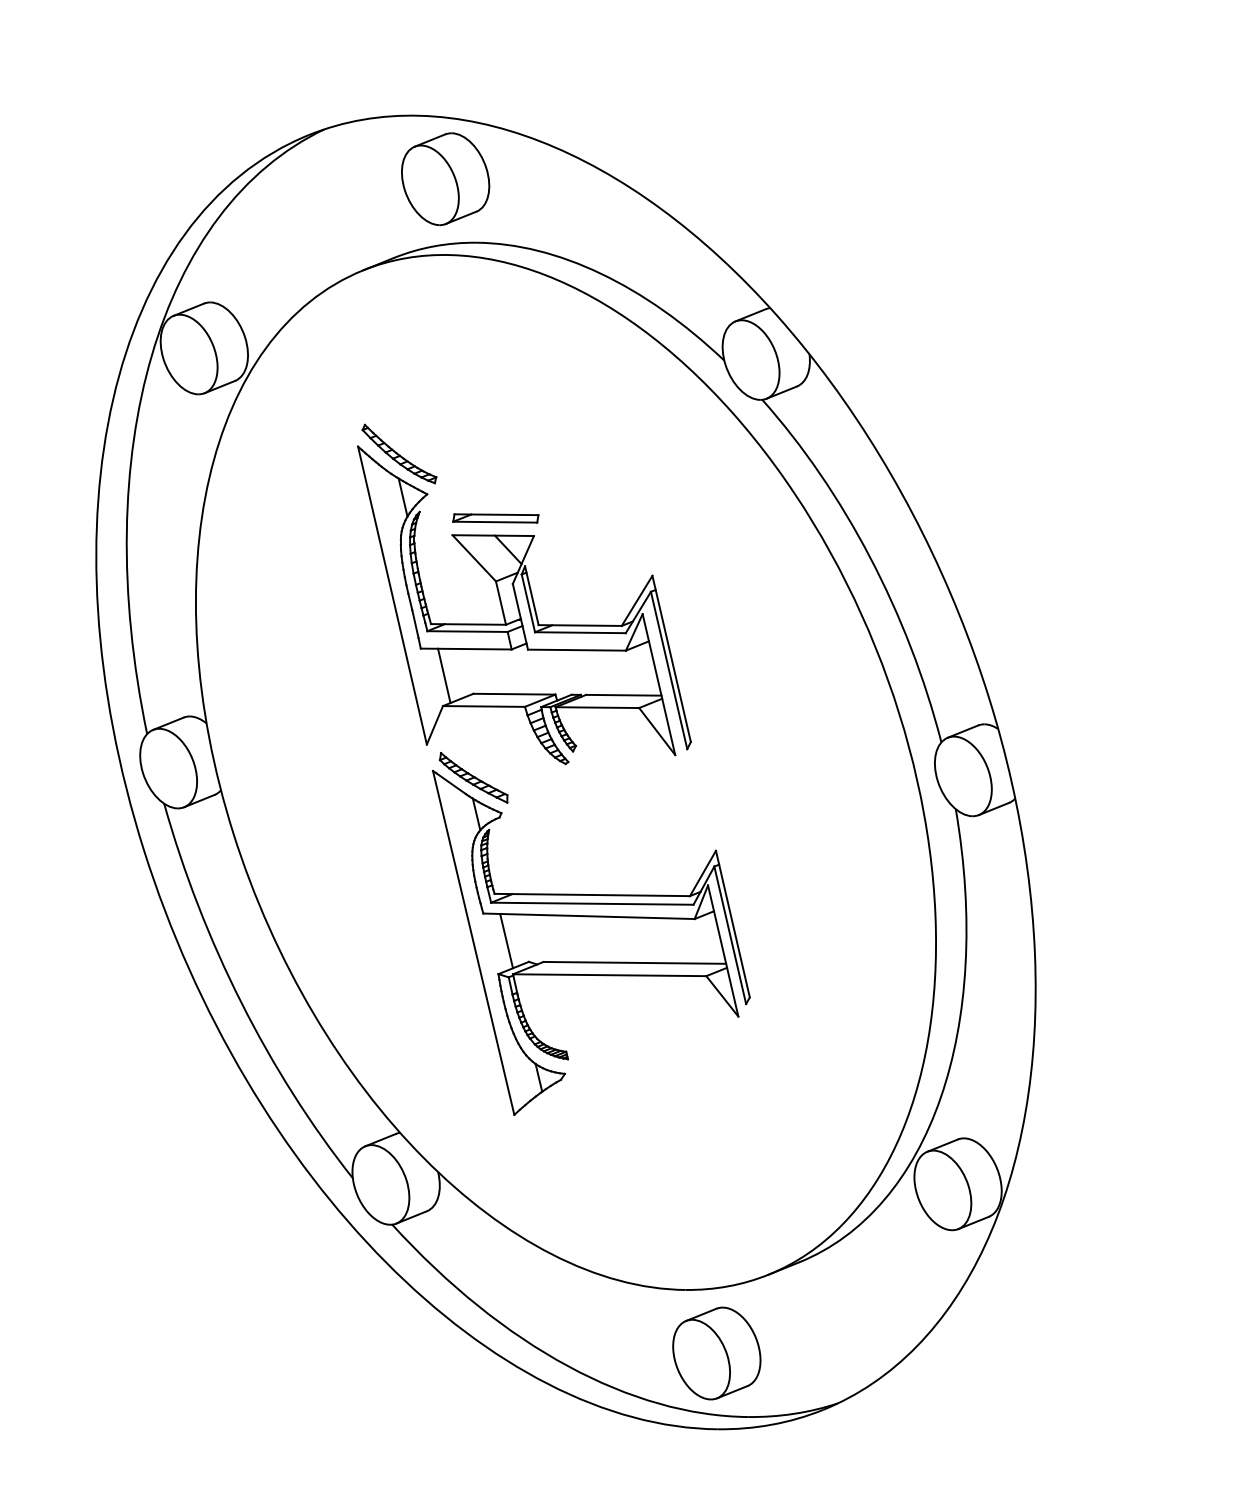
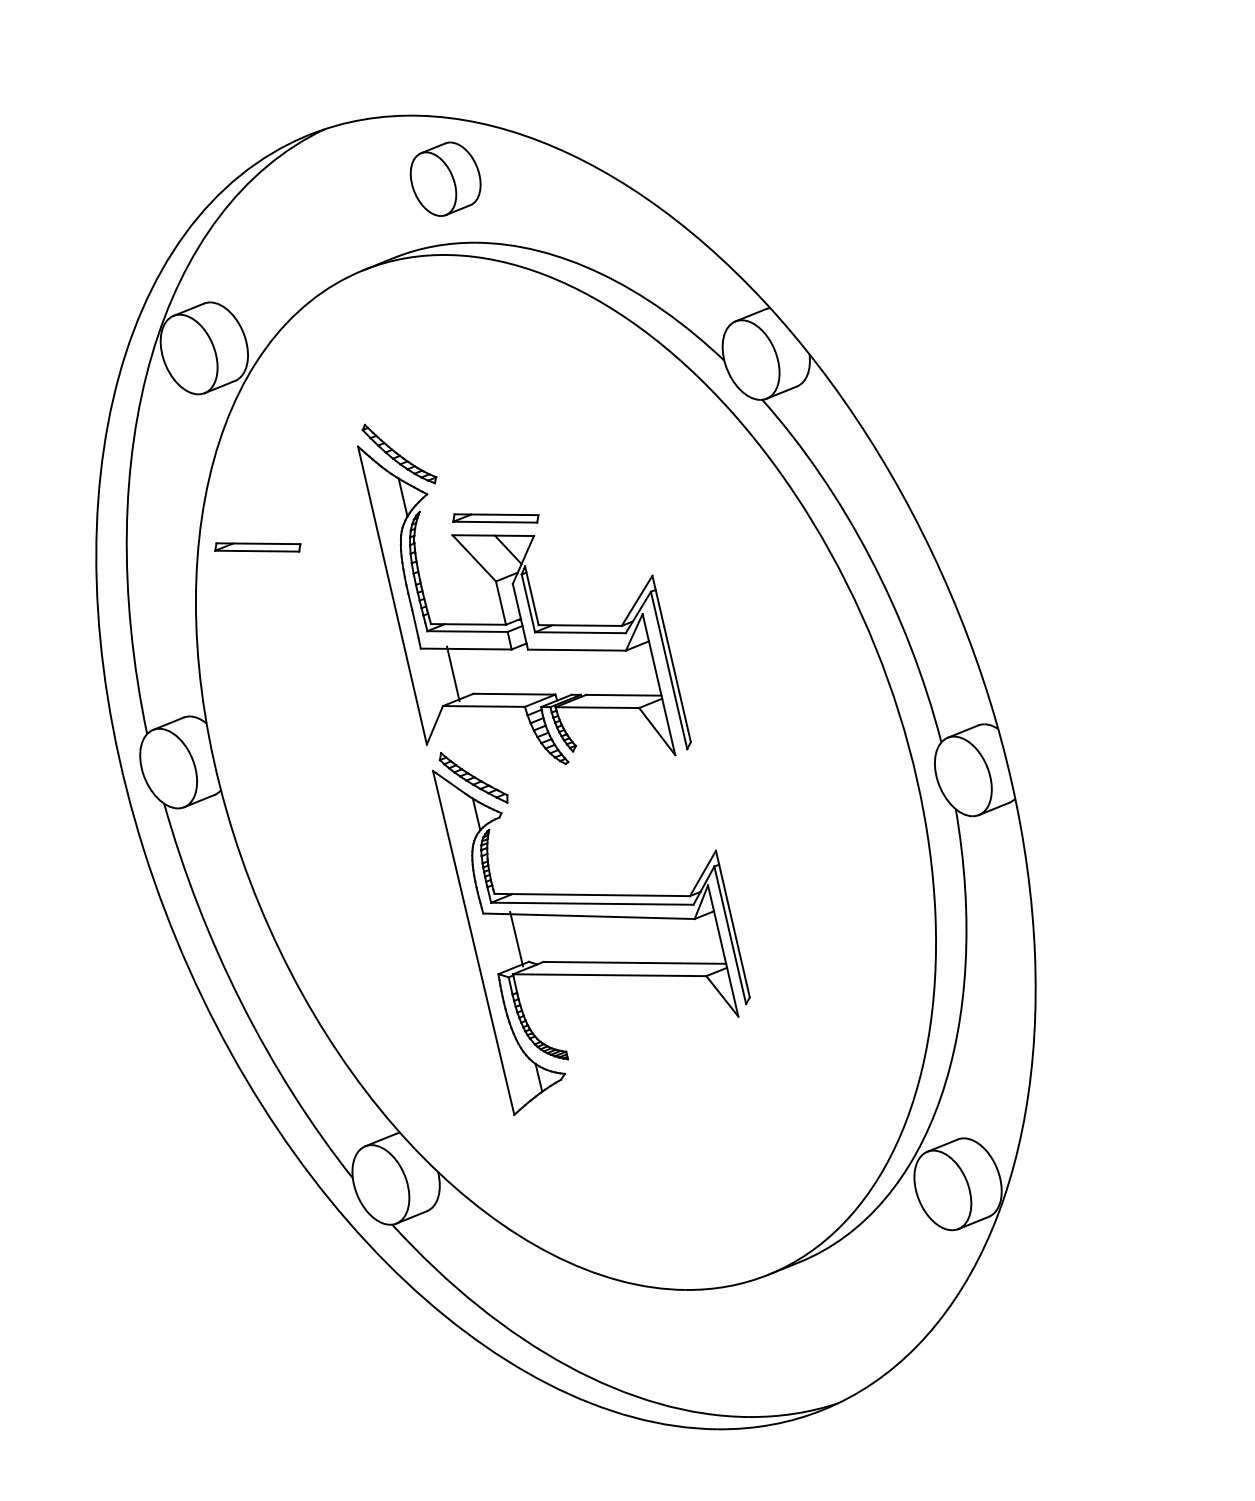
part at (445, 179) size: 90x95 px -> 73x76 px
part at (257, 547): none -> present
line at (444, 675) position: (444, 675) -> (453, 673)
line at (506, 941) position: (506, 941) -> (516, 939)
part at (716, 1353): present -> none
